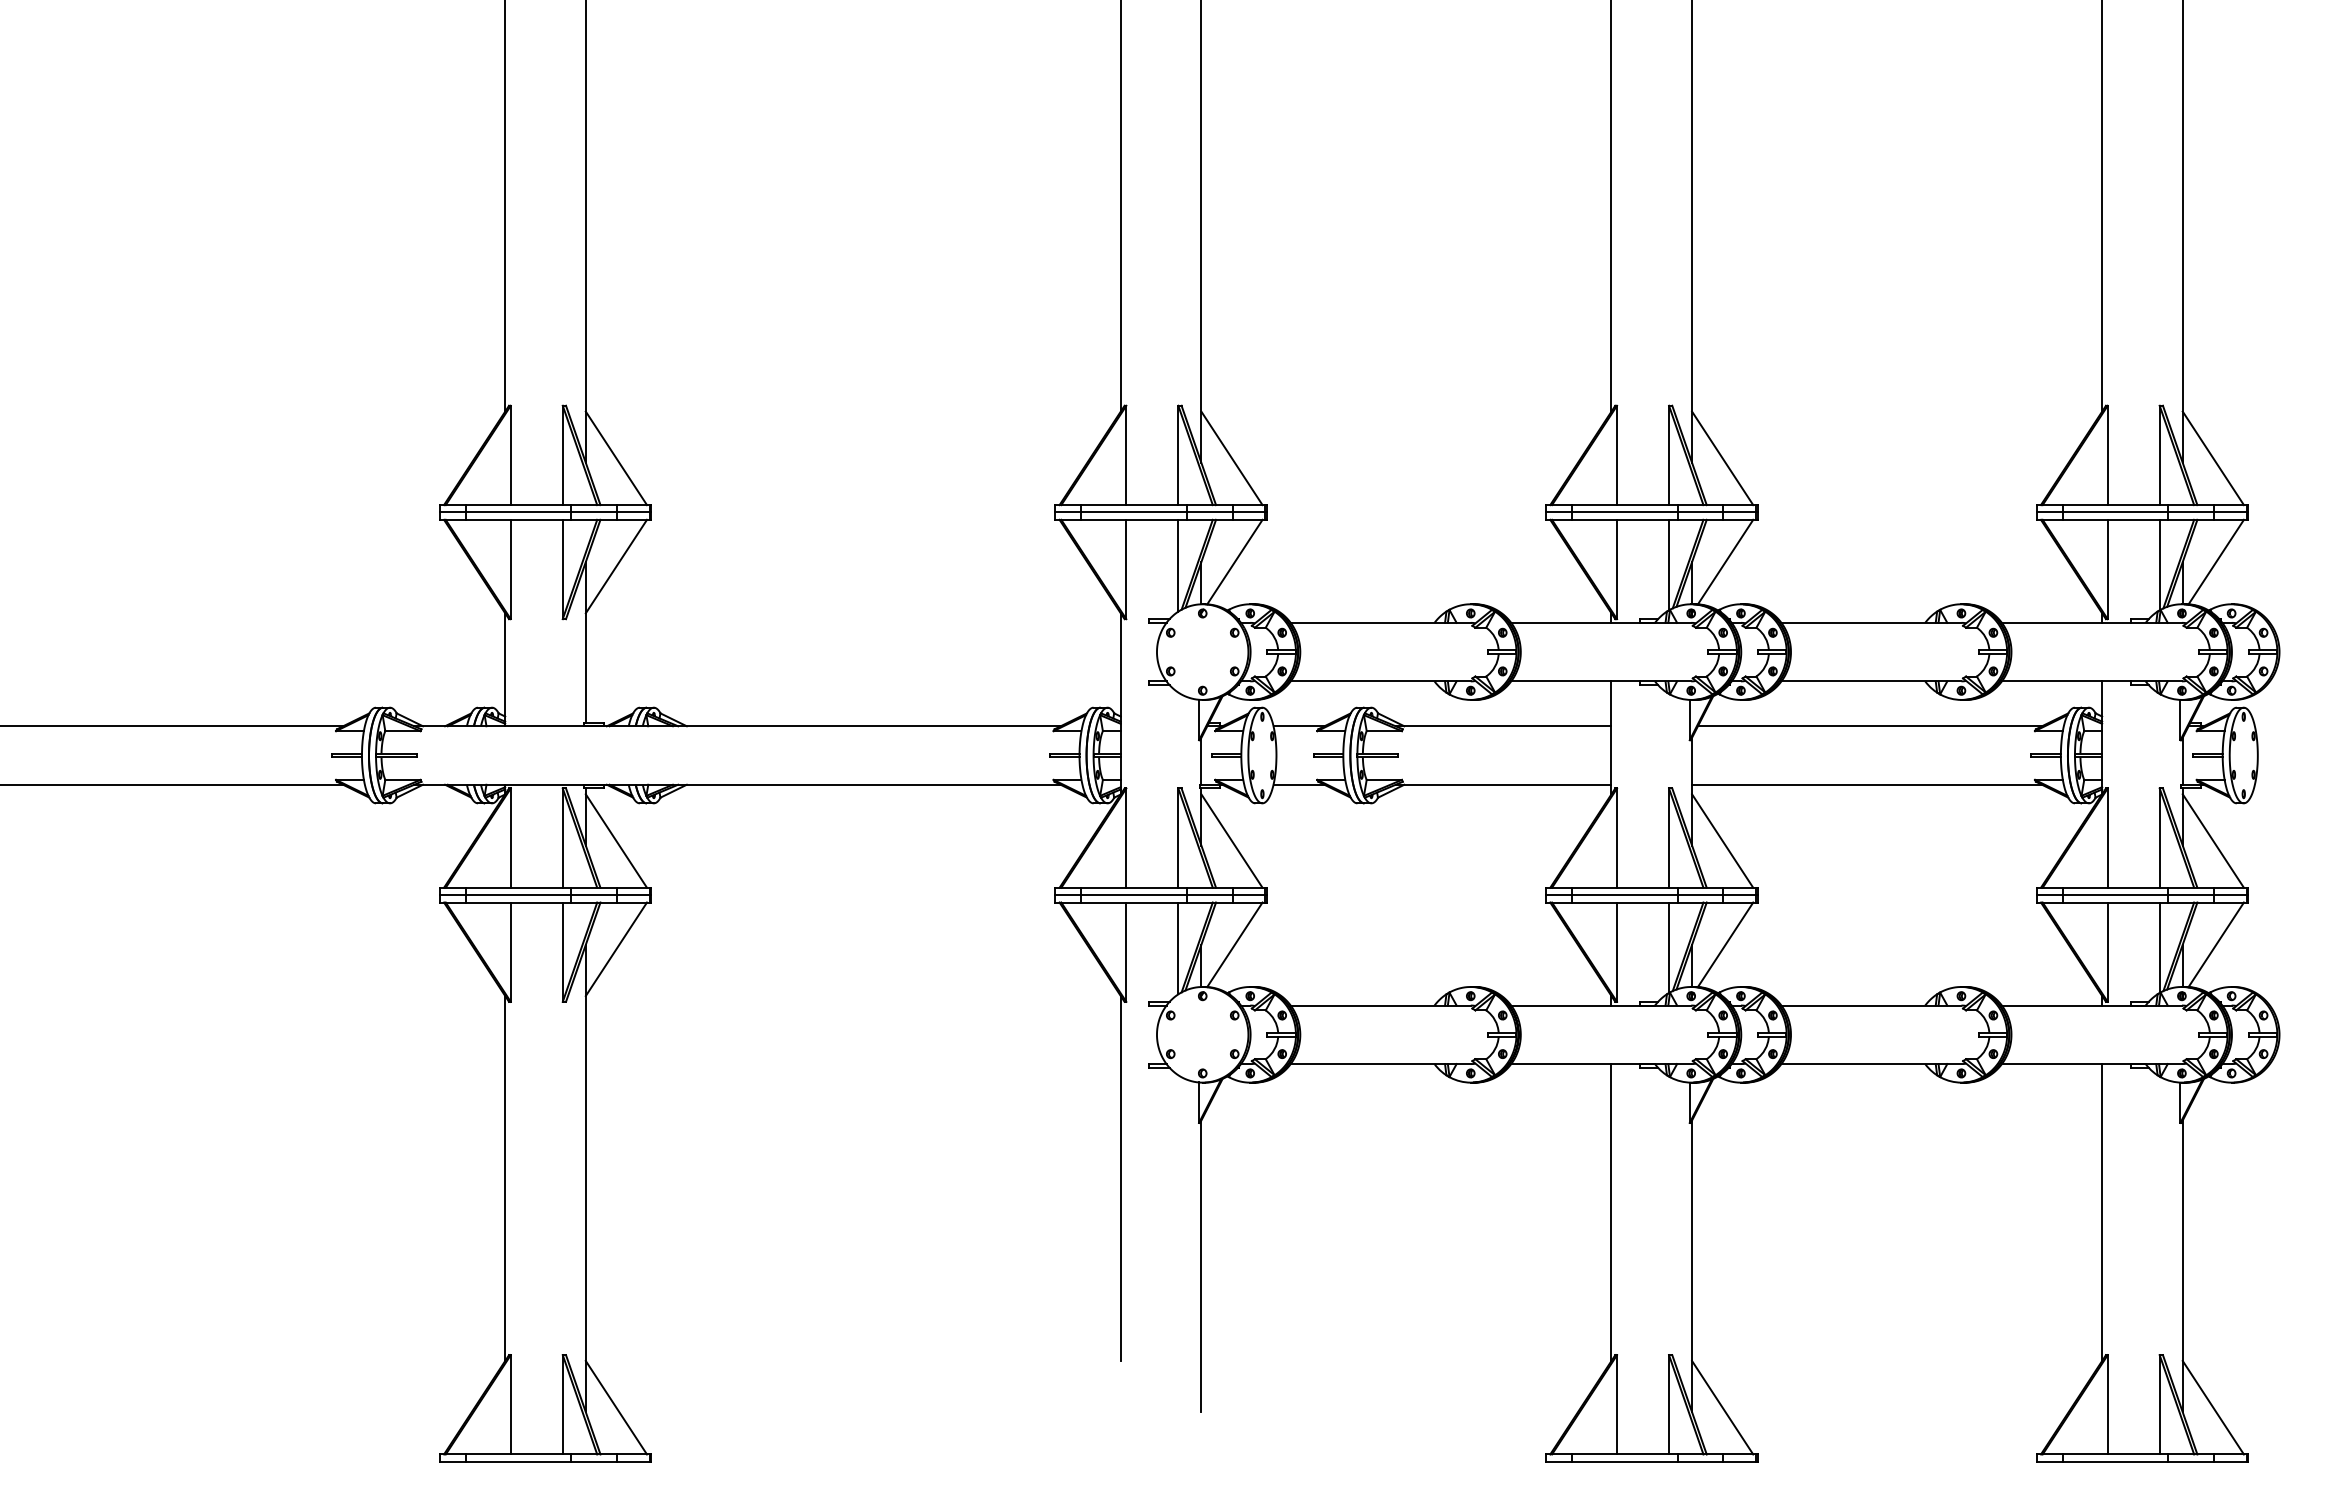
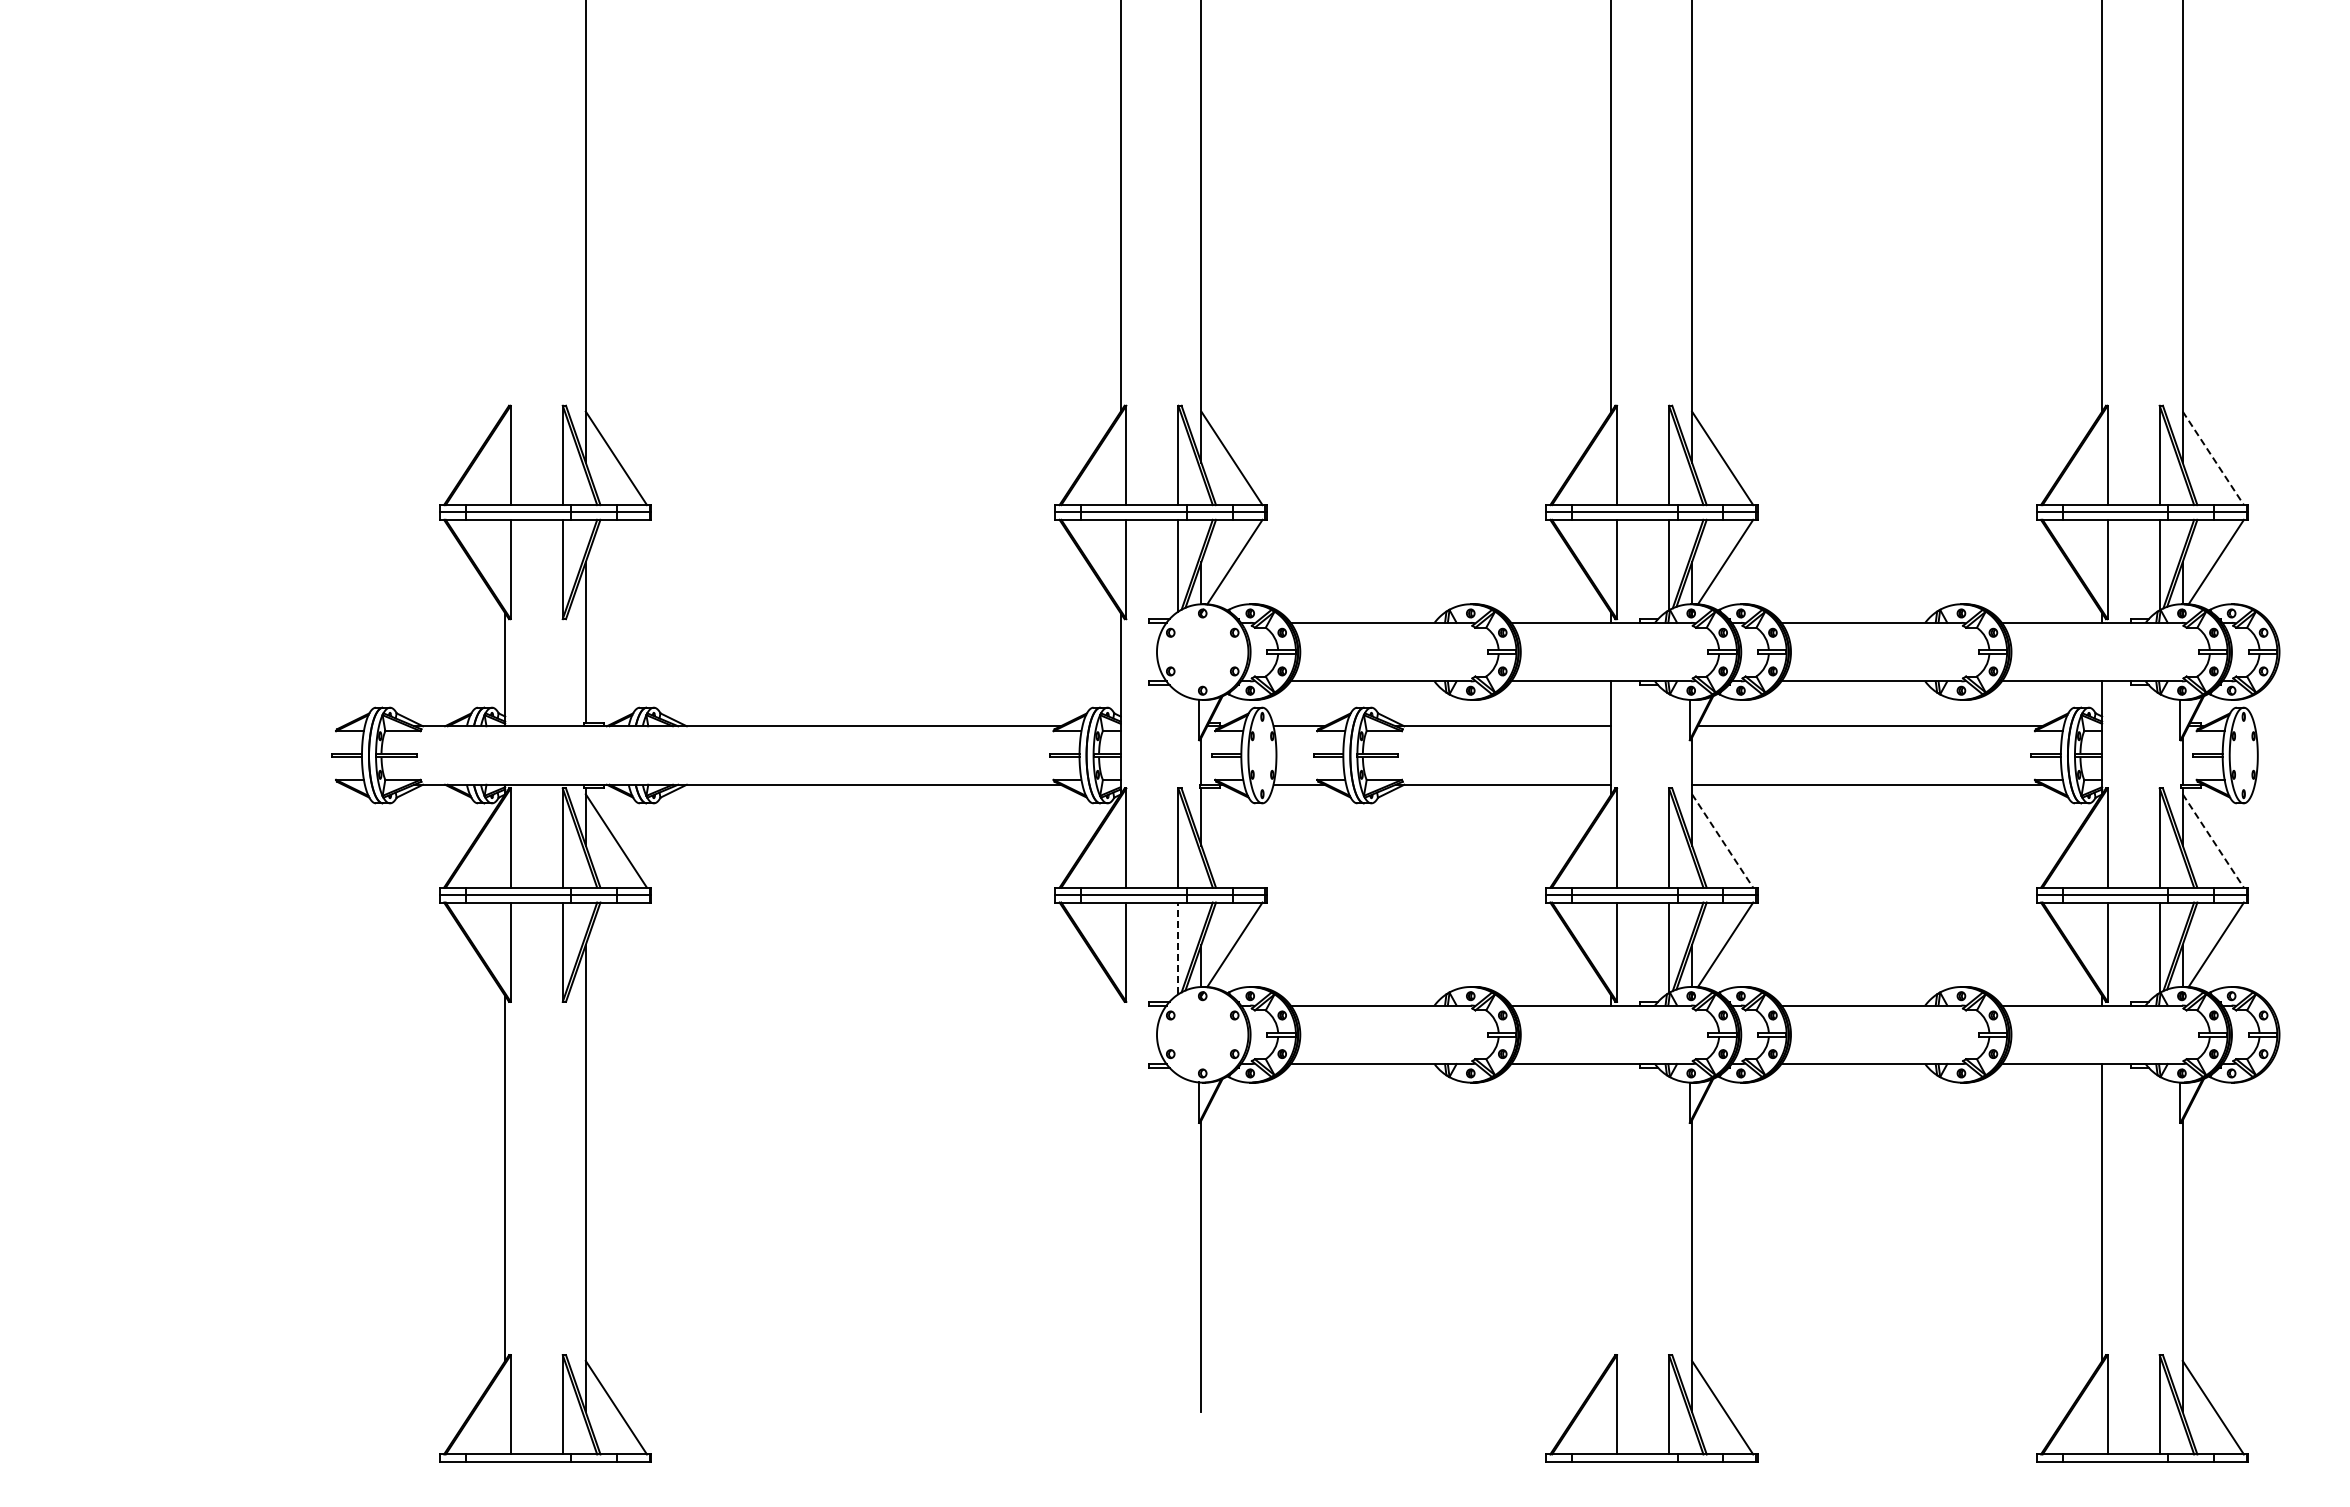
line at (505, 206): present -> none
line at (2213, 458): solid -> dashed
line at (616, 566): present -> none
line at (172, 726): present -> none
line at (172, 784): present -> none
line at (1231, 840): present -> none
line at (1722, 841): solid -> dashed
line at (2213, 841): solid -> dashed
line at (1178, 948): solid -> dashed
line at (616, 949): present -> none
line at (1120, 1178): present -> none
line at (1611, 1212): present -> none
